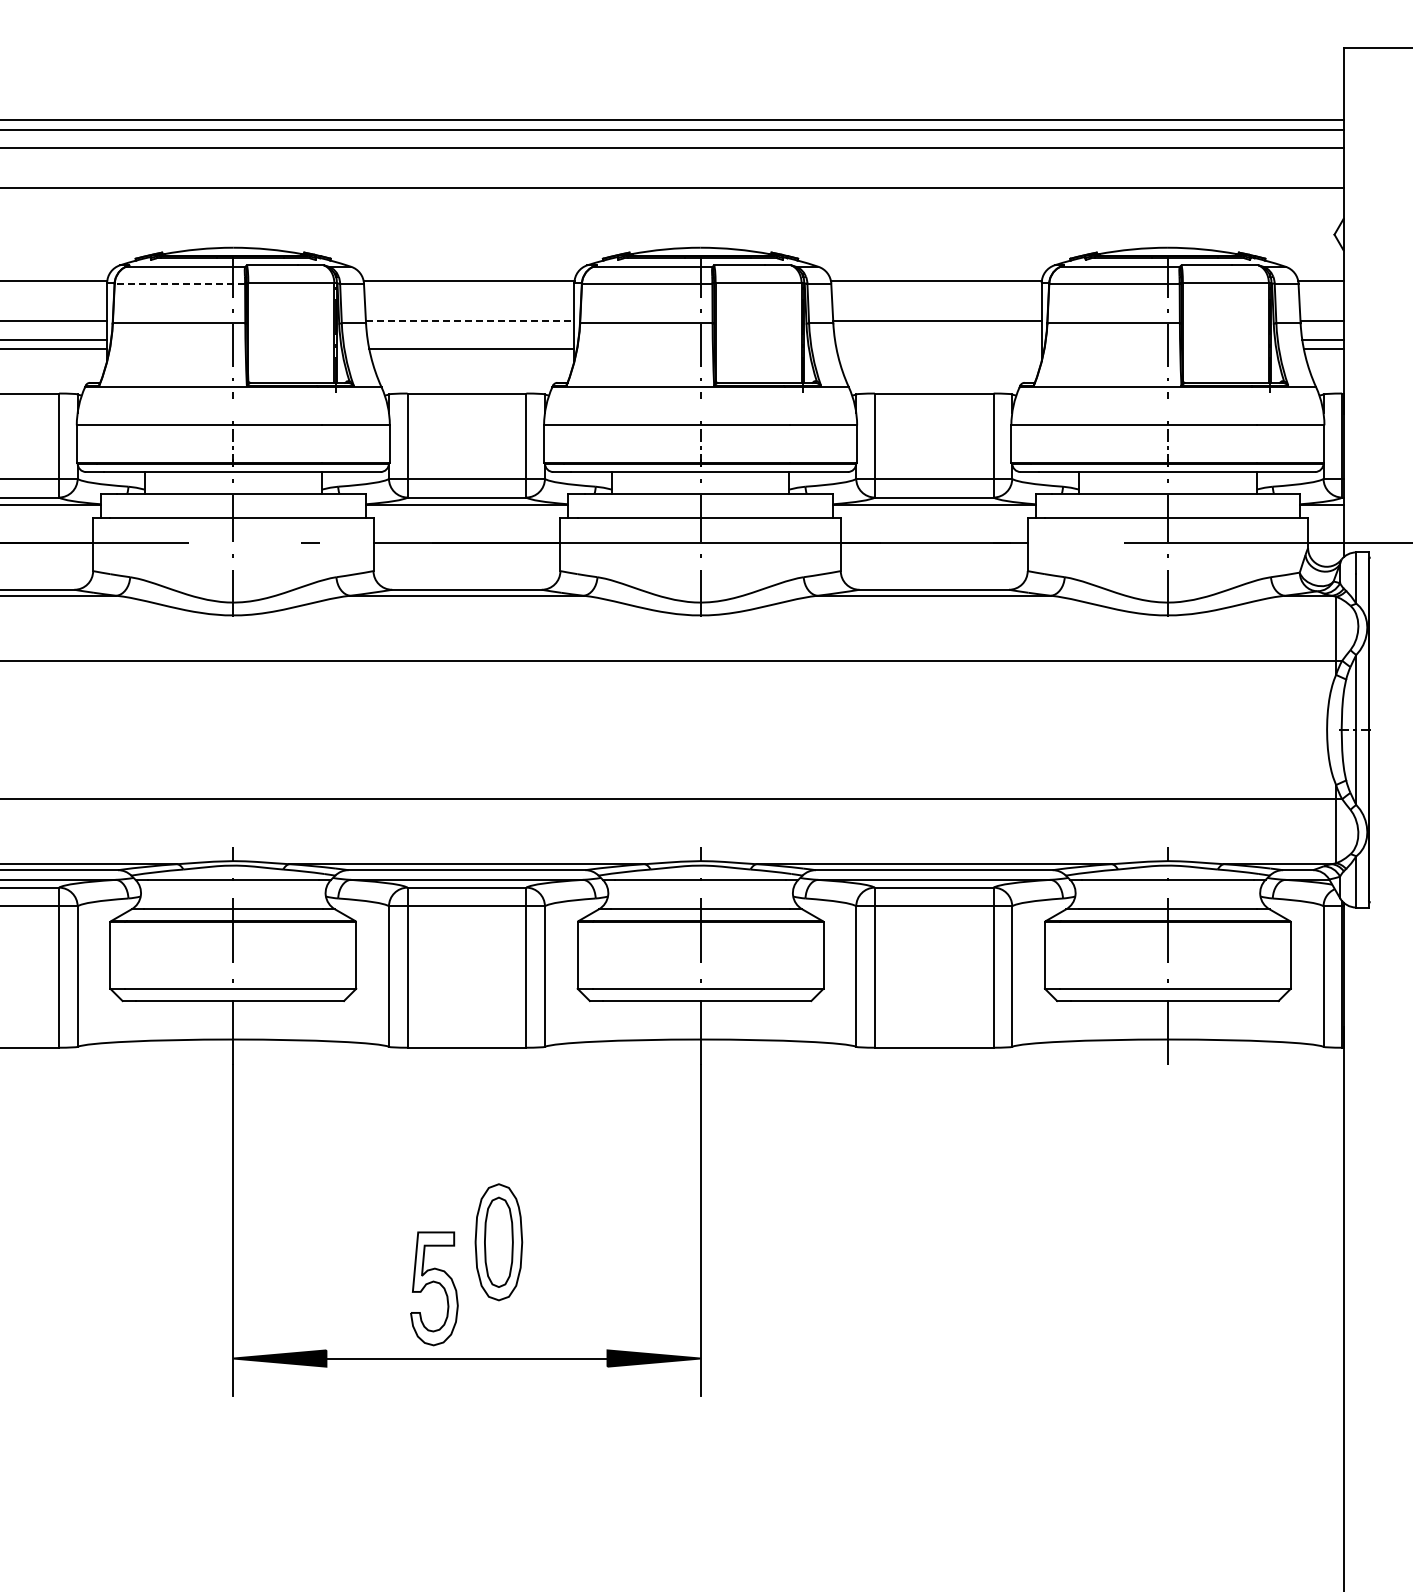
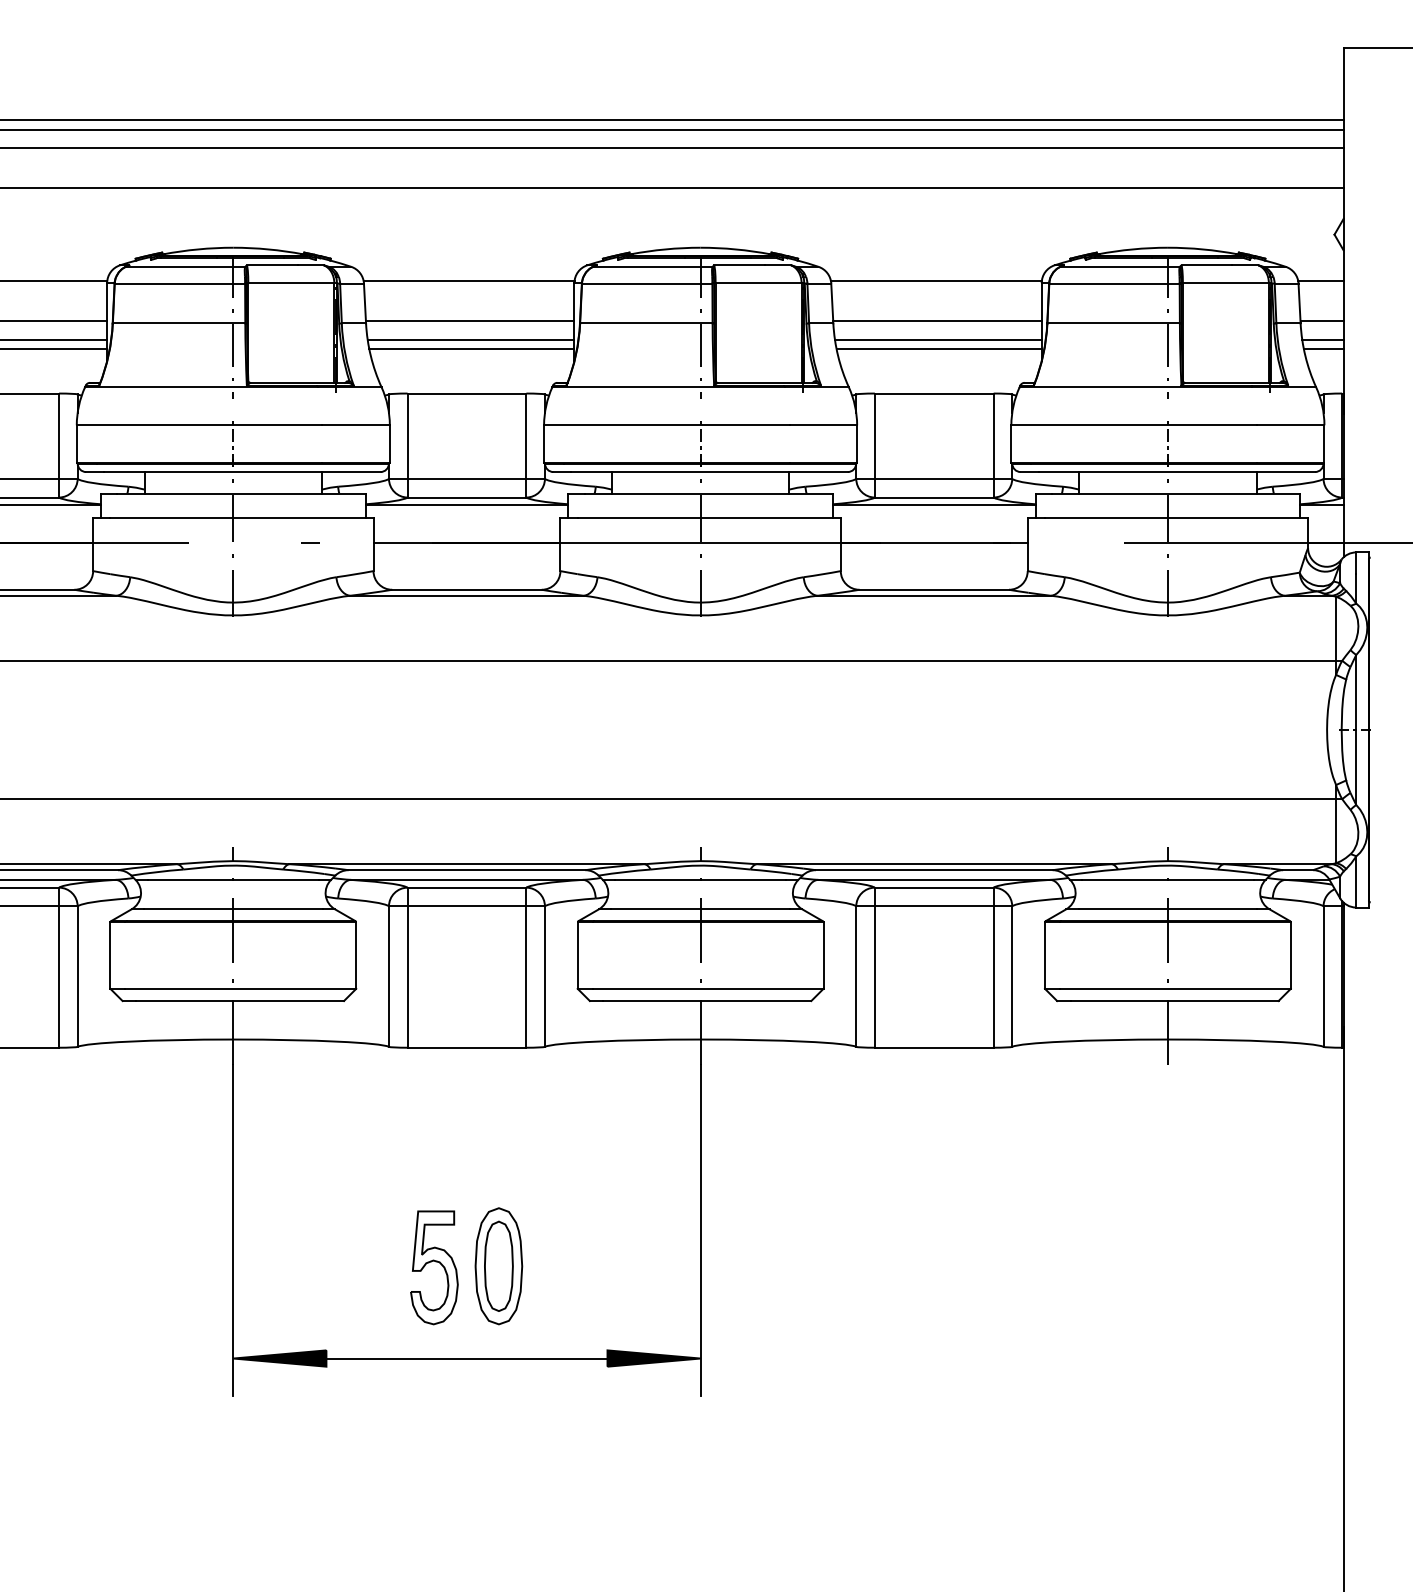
line at (179, 283): dashed -> solid
line at (470, 321): dashed -> solid
line at (470, 339): none -> present
line at (937, 339): none -> present
line at (938, 349): none -> present
part at (498, 1242) position: (498, 1242) -> (498, 1266)
part at (434, 1288) position: (434, 1288) -> (434, 1267)
